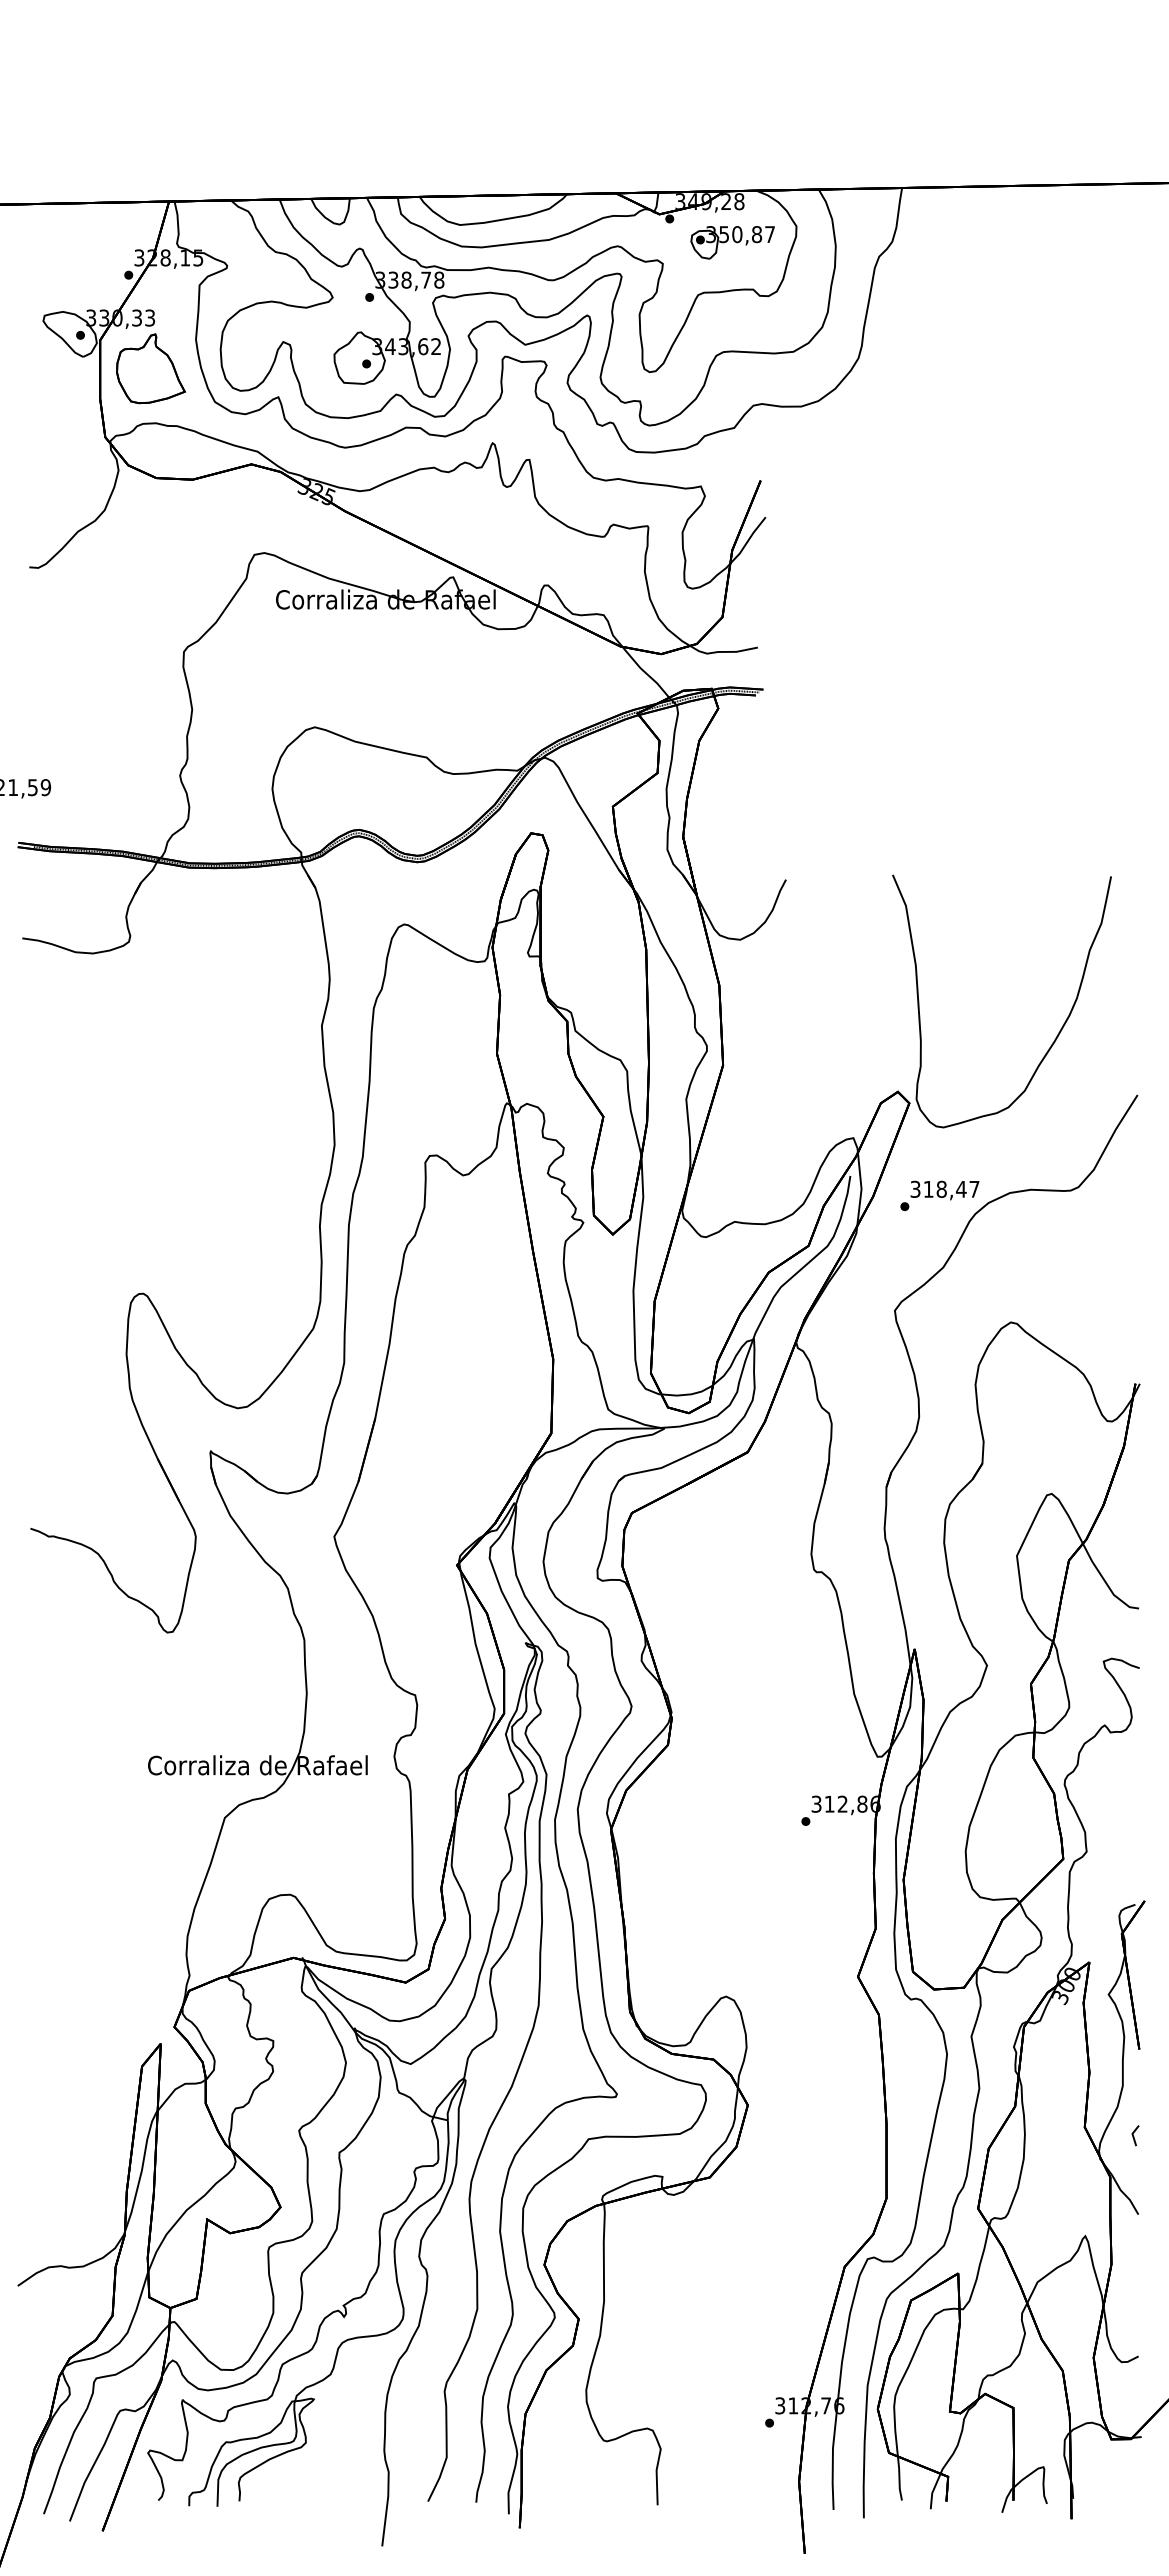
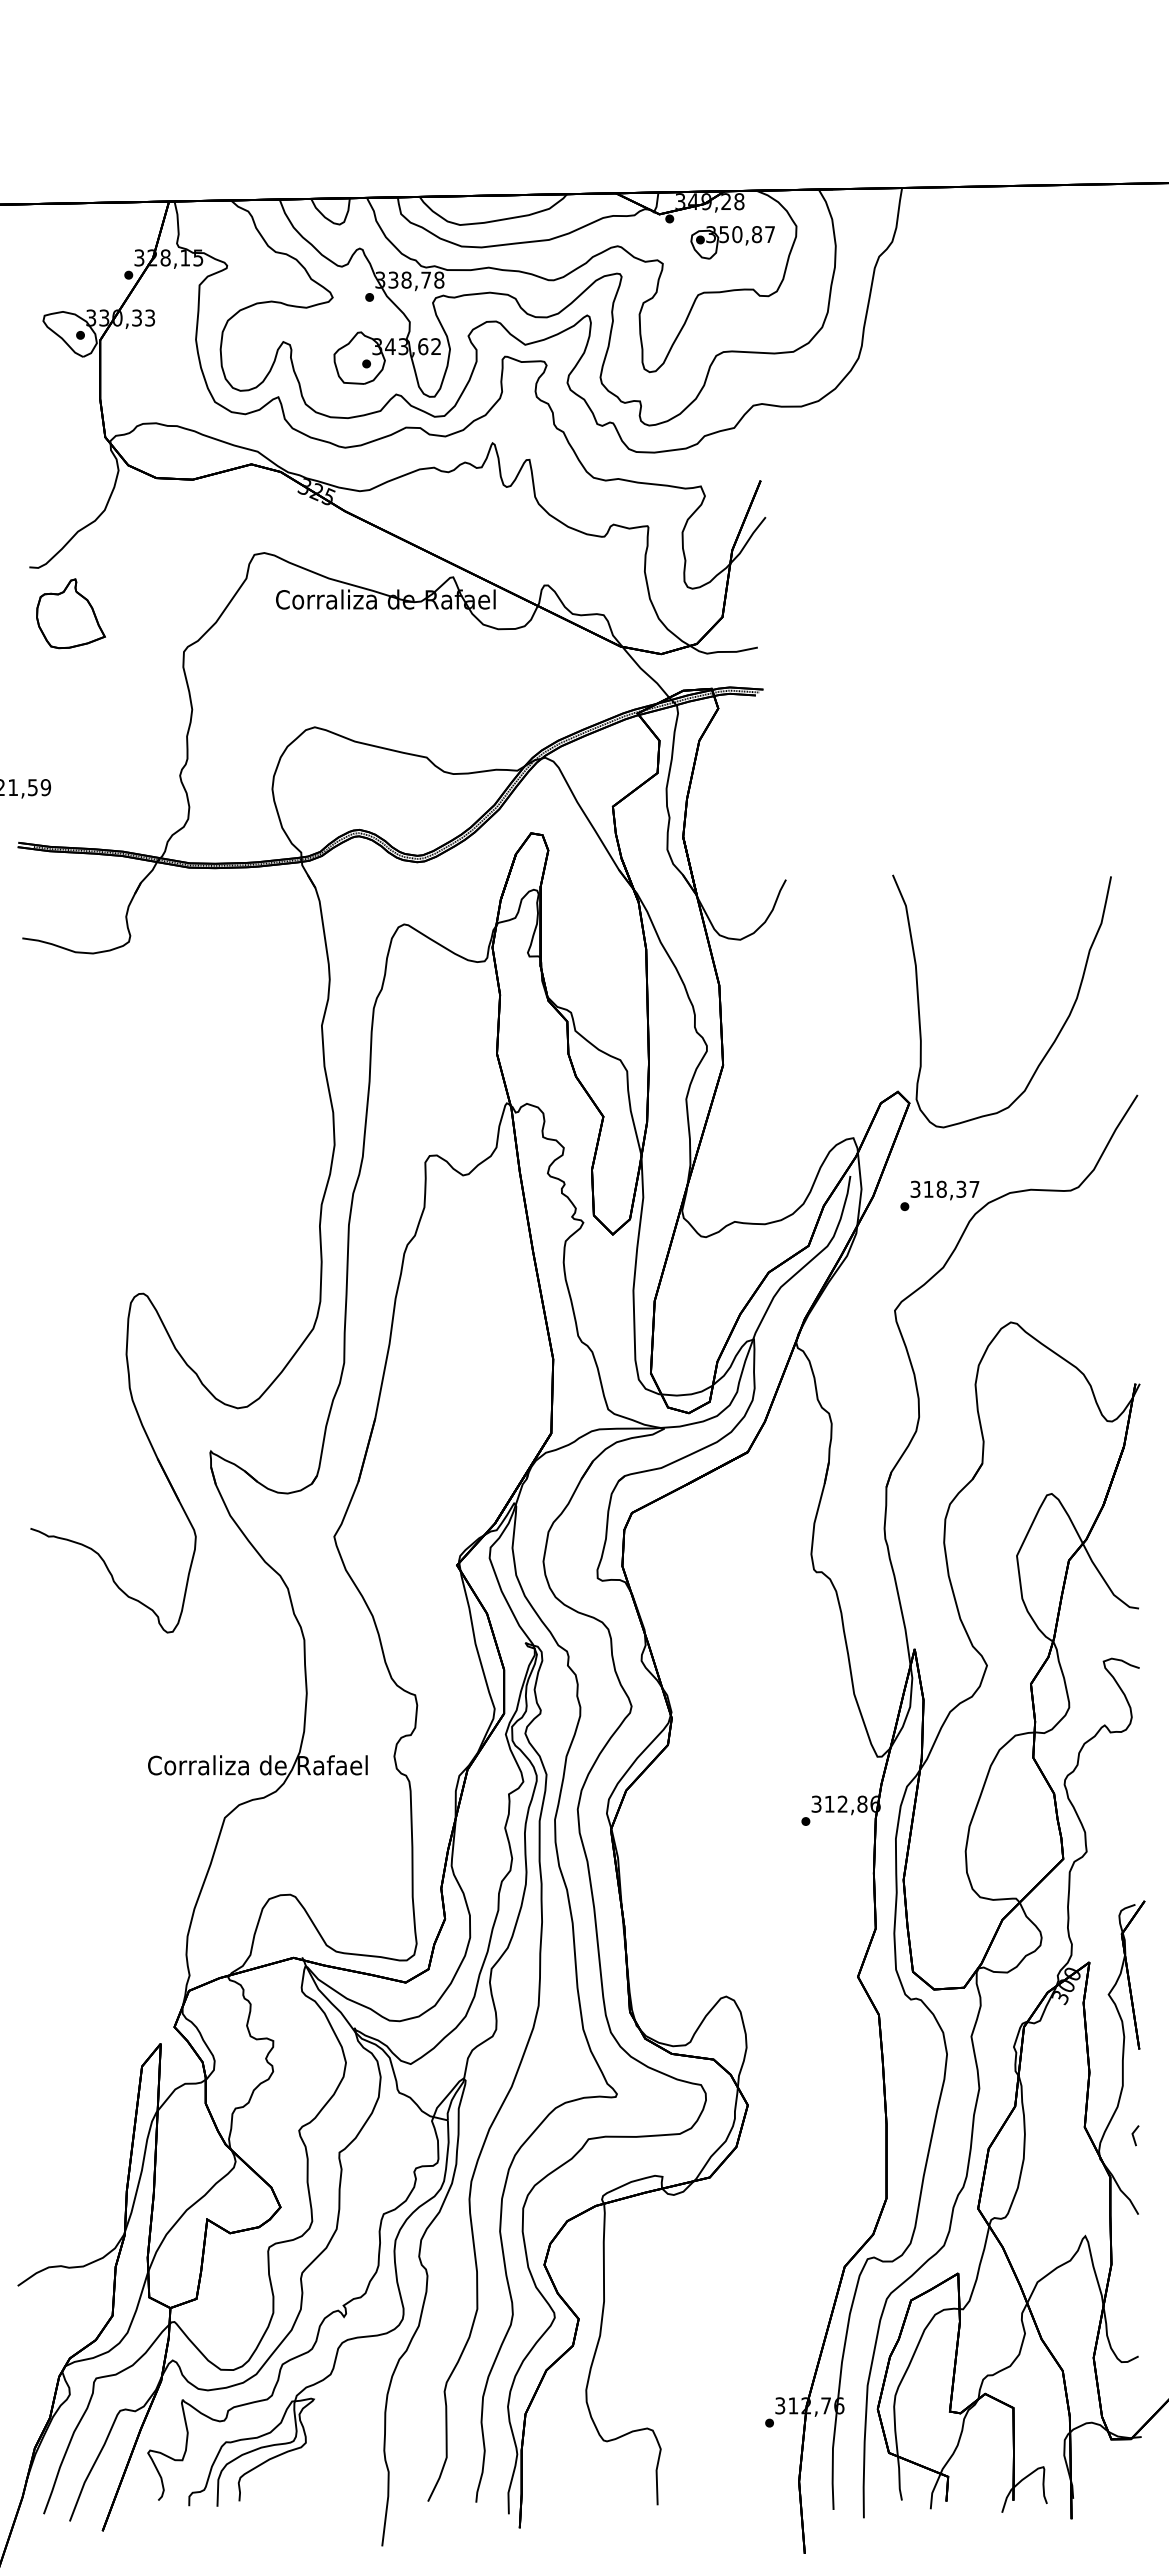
part at (150, 368) position: (150, 368) -> (70, 613)
text at (961, 1188): 318,47 -> 318,37
